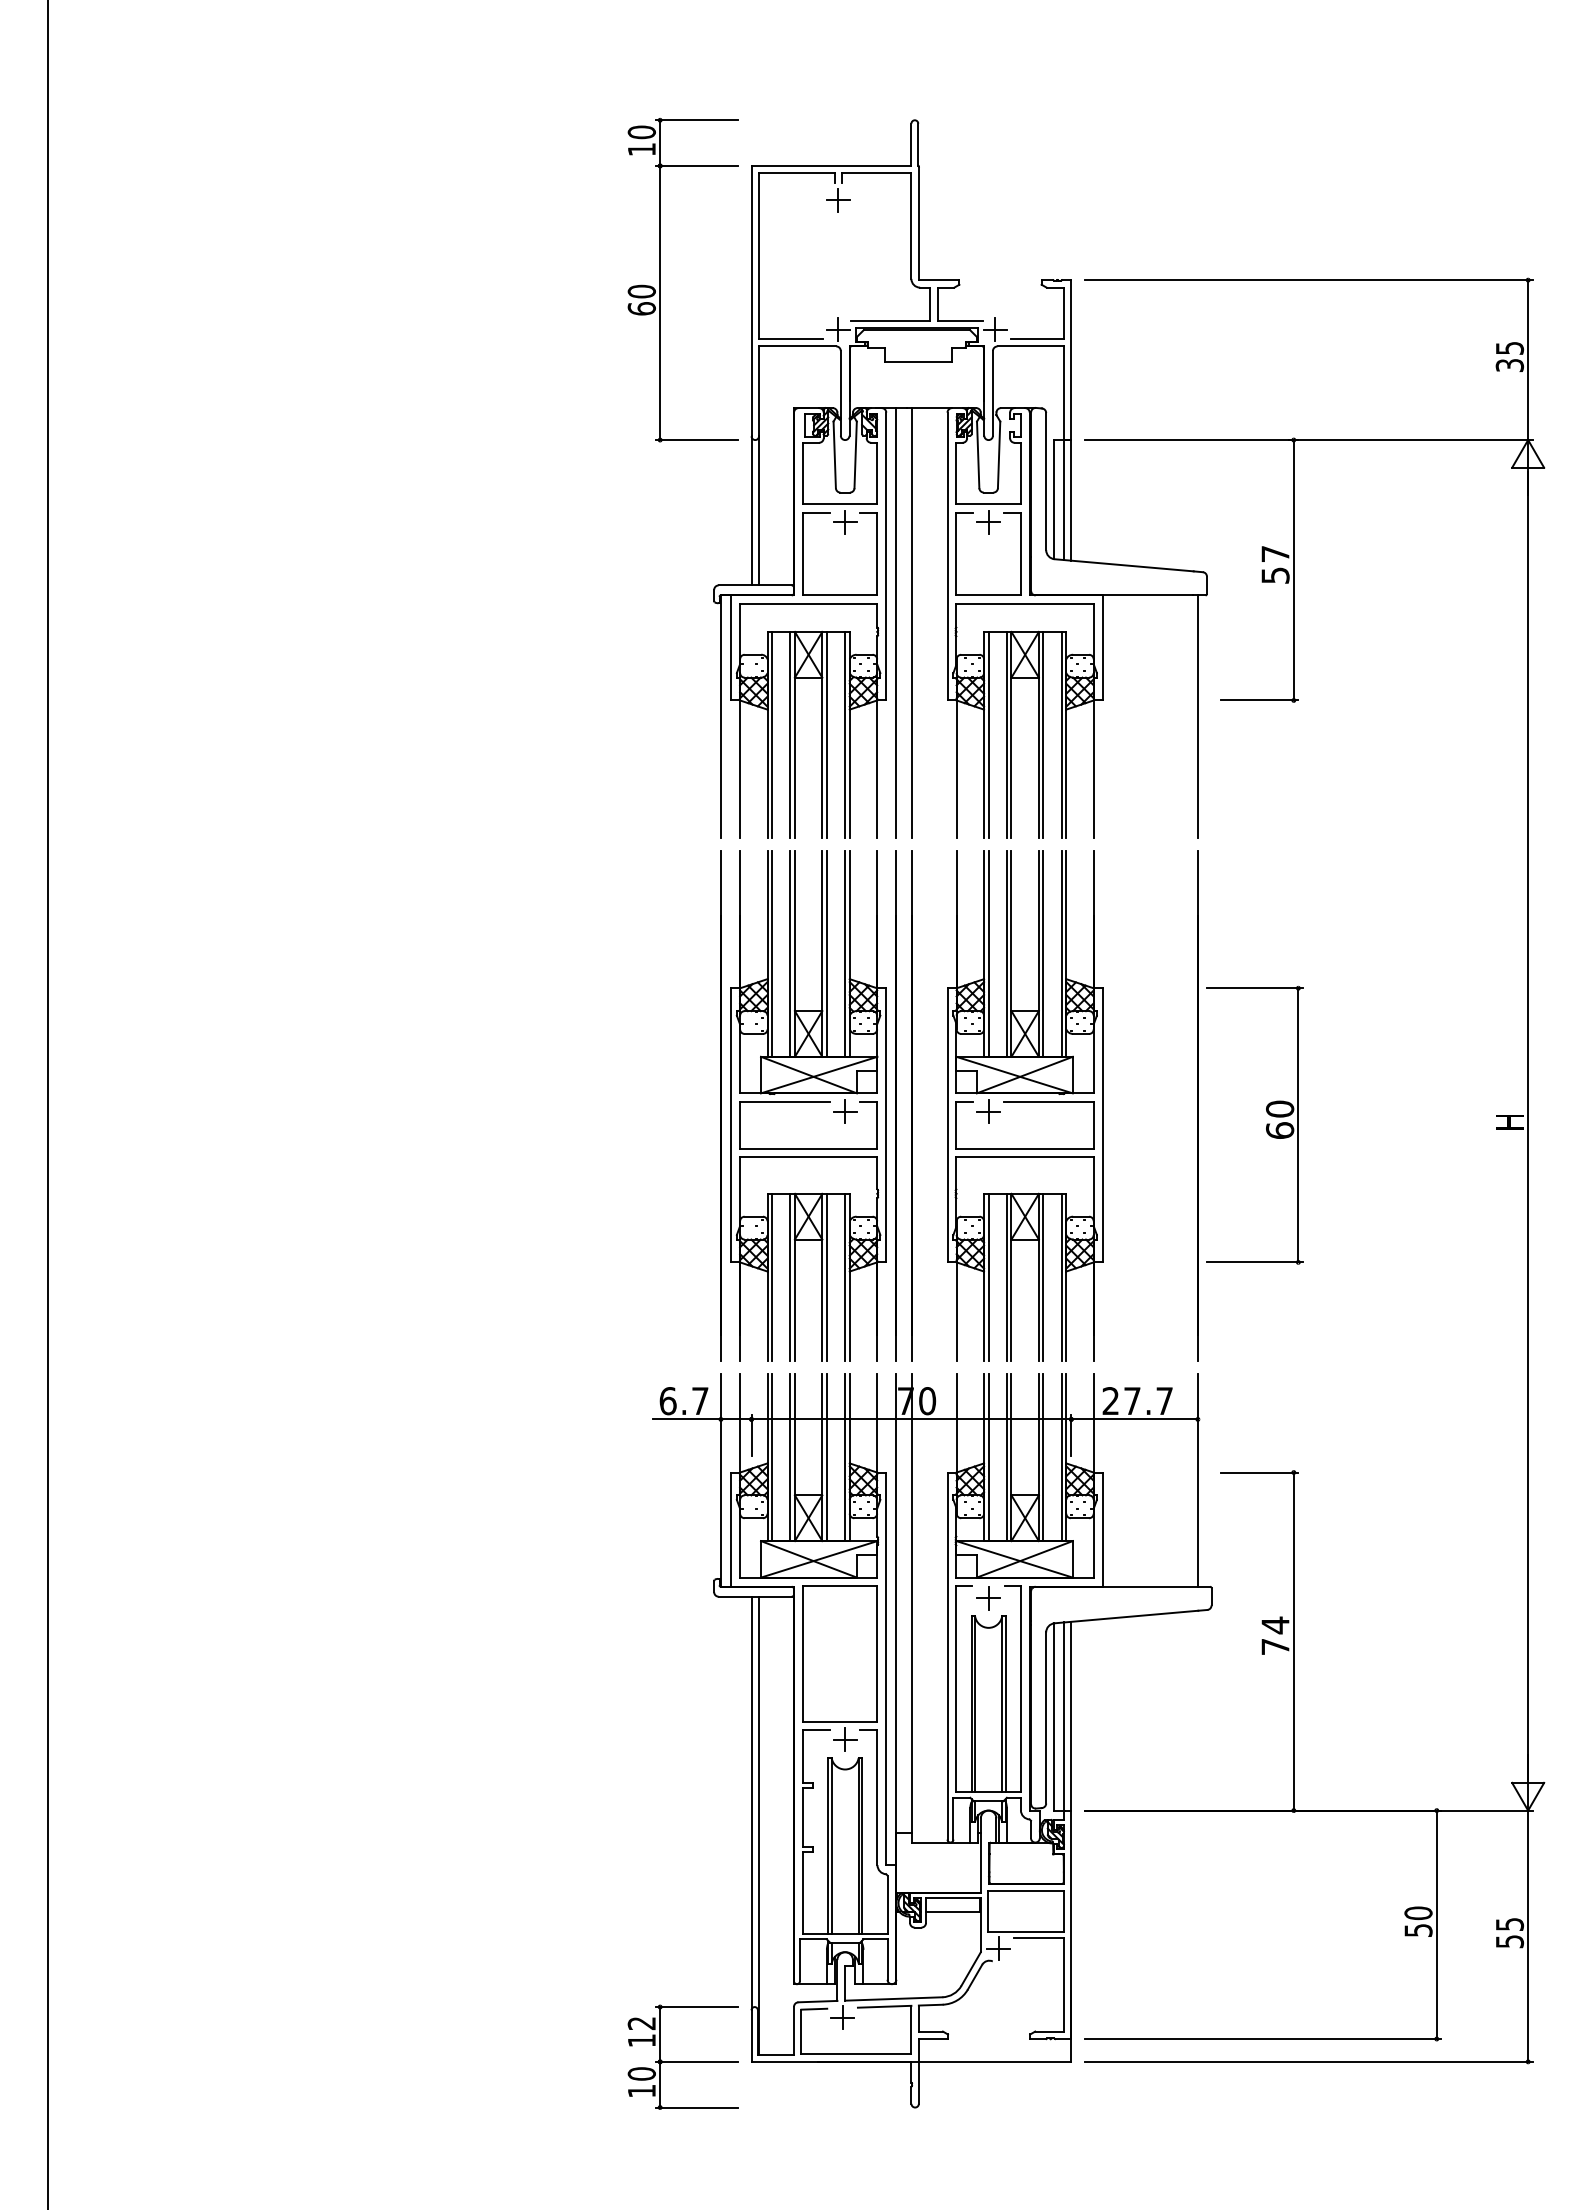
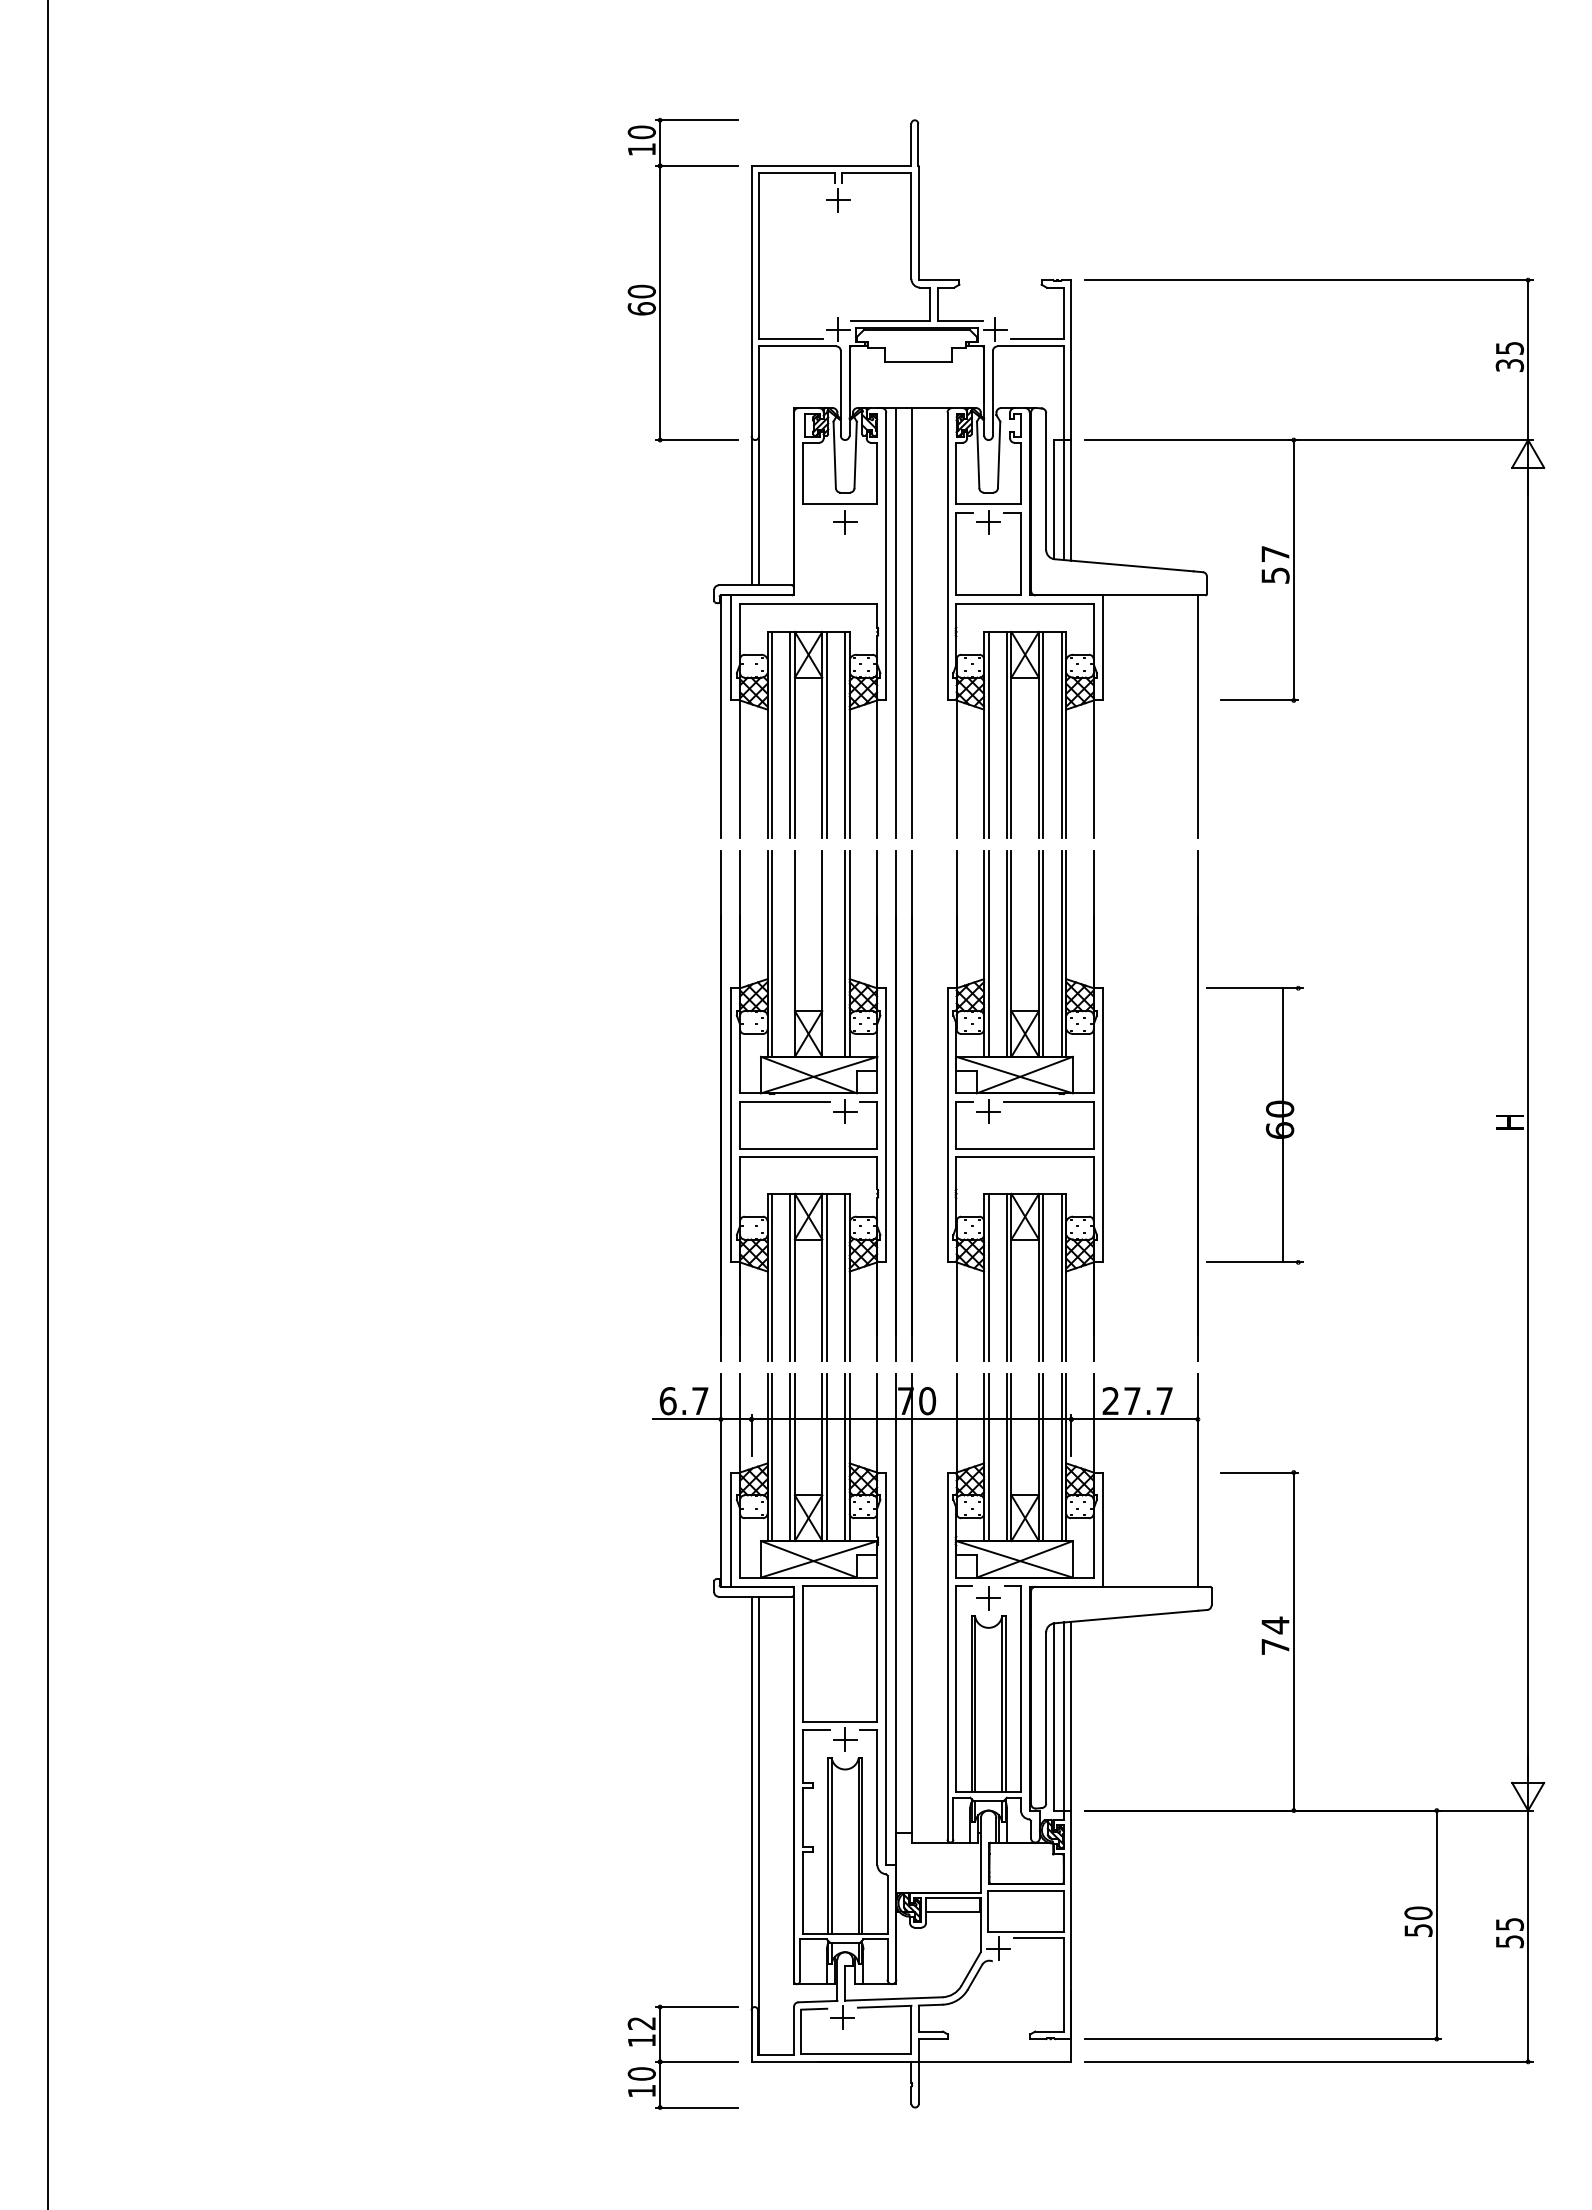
part at (803, 553): present -> none
line at (790, 953): present -> none
line at (826, 953): present -> none
line at (1298, 1125) position: (1298, 1125) -> (1283, 1125)
